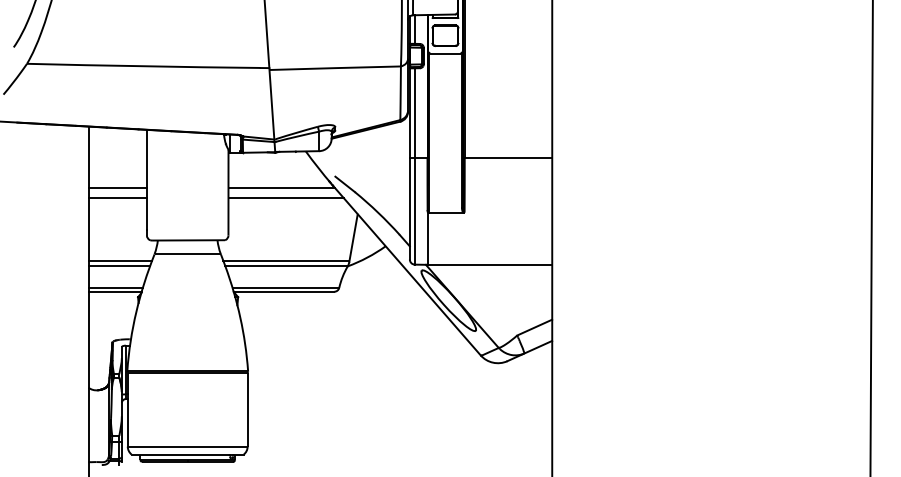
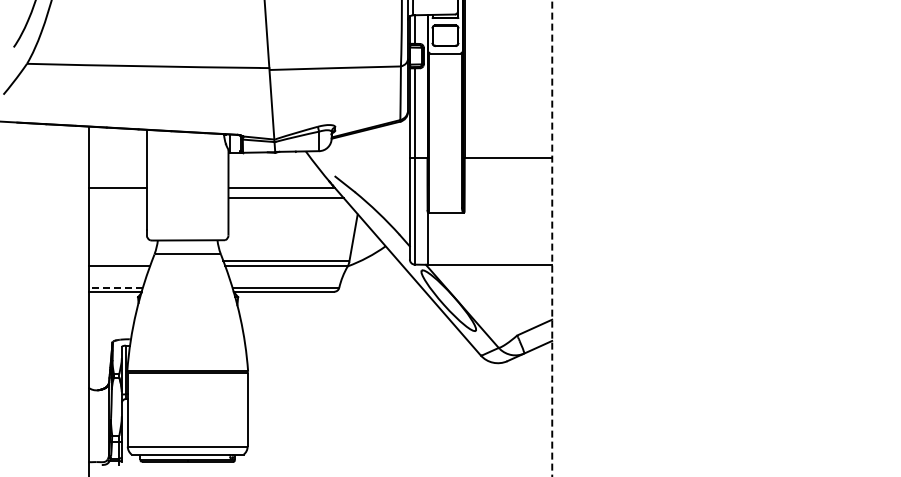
line at (117, 198): present -> none
line at (871, 237): present -> none
line at (552, 238): solid -> dashed
line at (119, 261): present -> none
line at (115, 287): solid -> dashed
